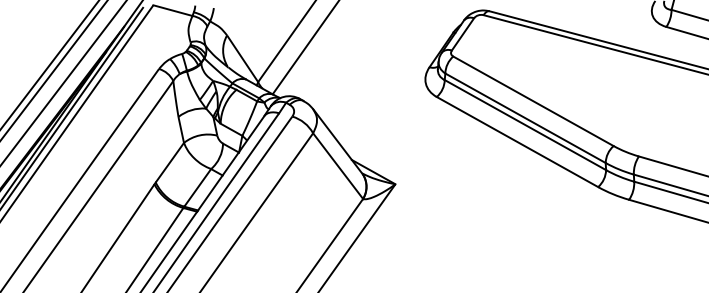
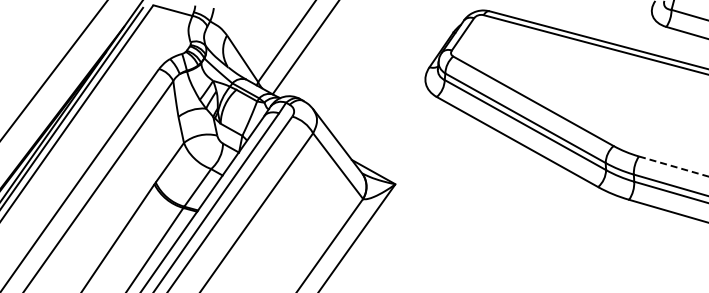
line at (49, 64): present -> none
line at (63, 82): present -> none
line at (673, 166): solid -> dashed
